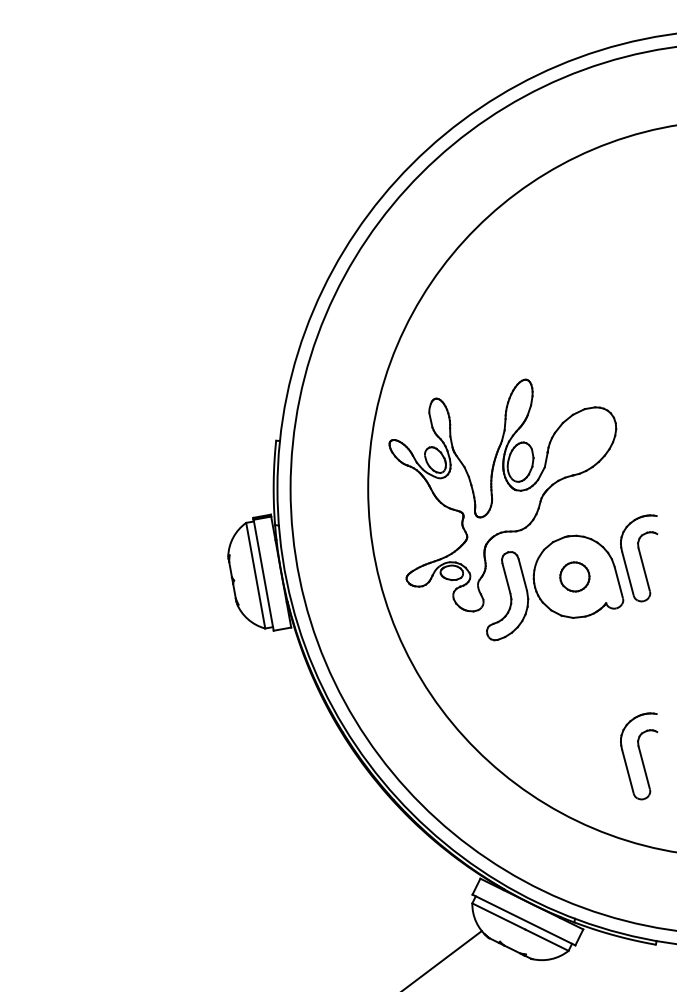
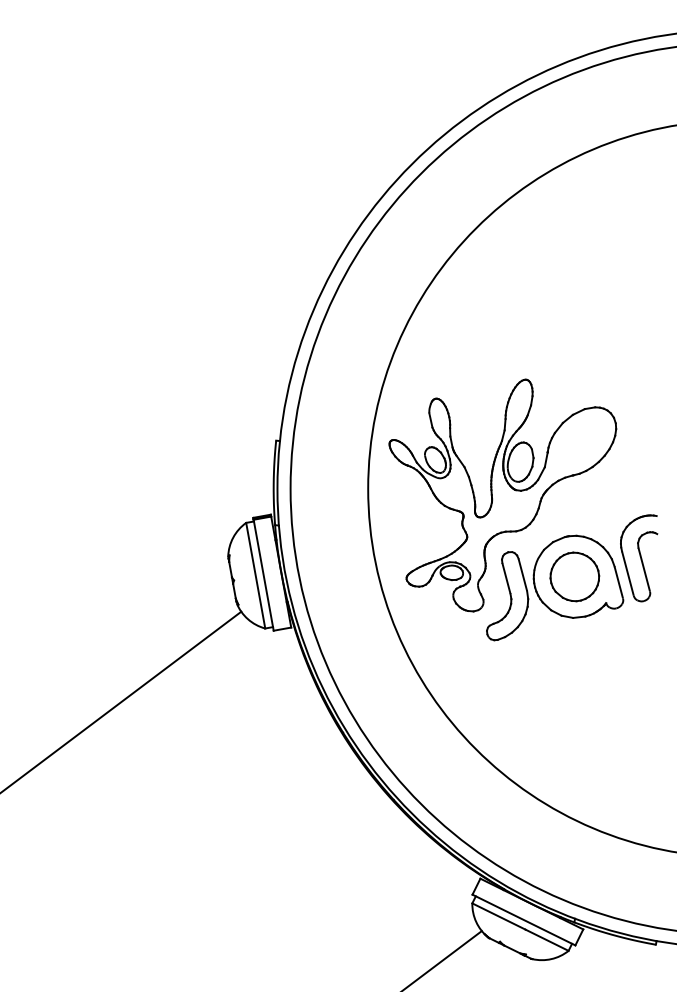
part at (574, 576) size: 32x32 px -> 52x52 px
line at (121, 701): none -> present
part at (639, 756): present -> none
